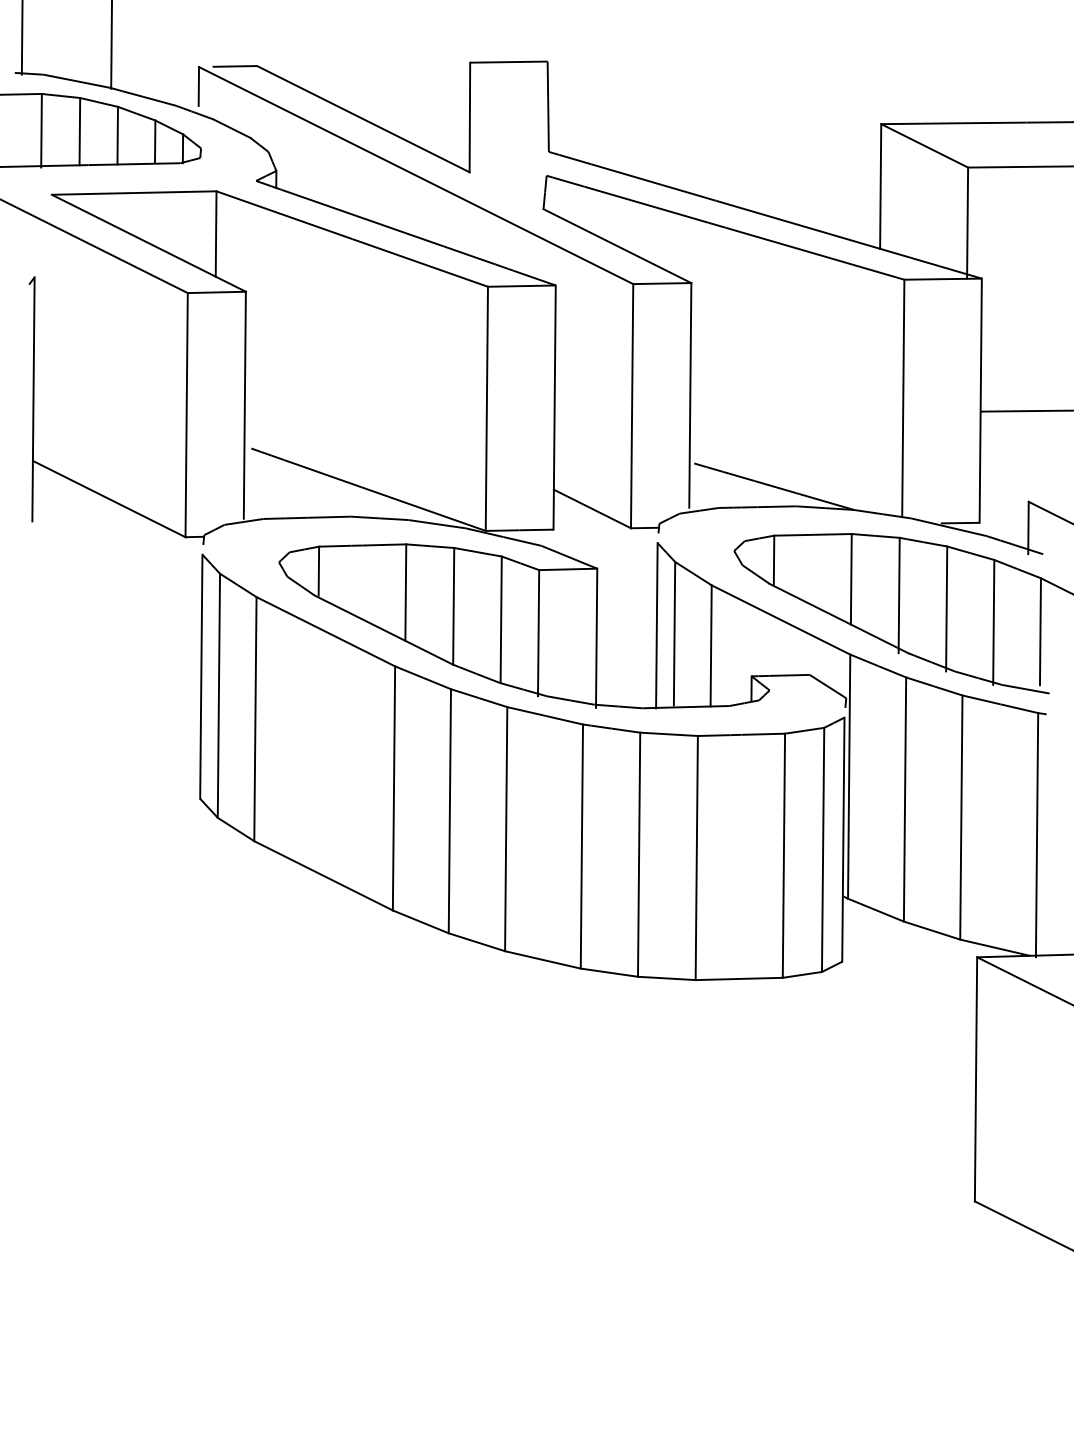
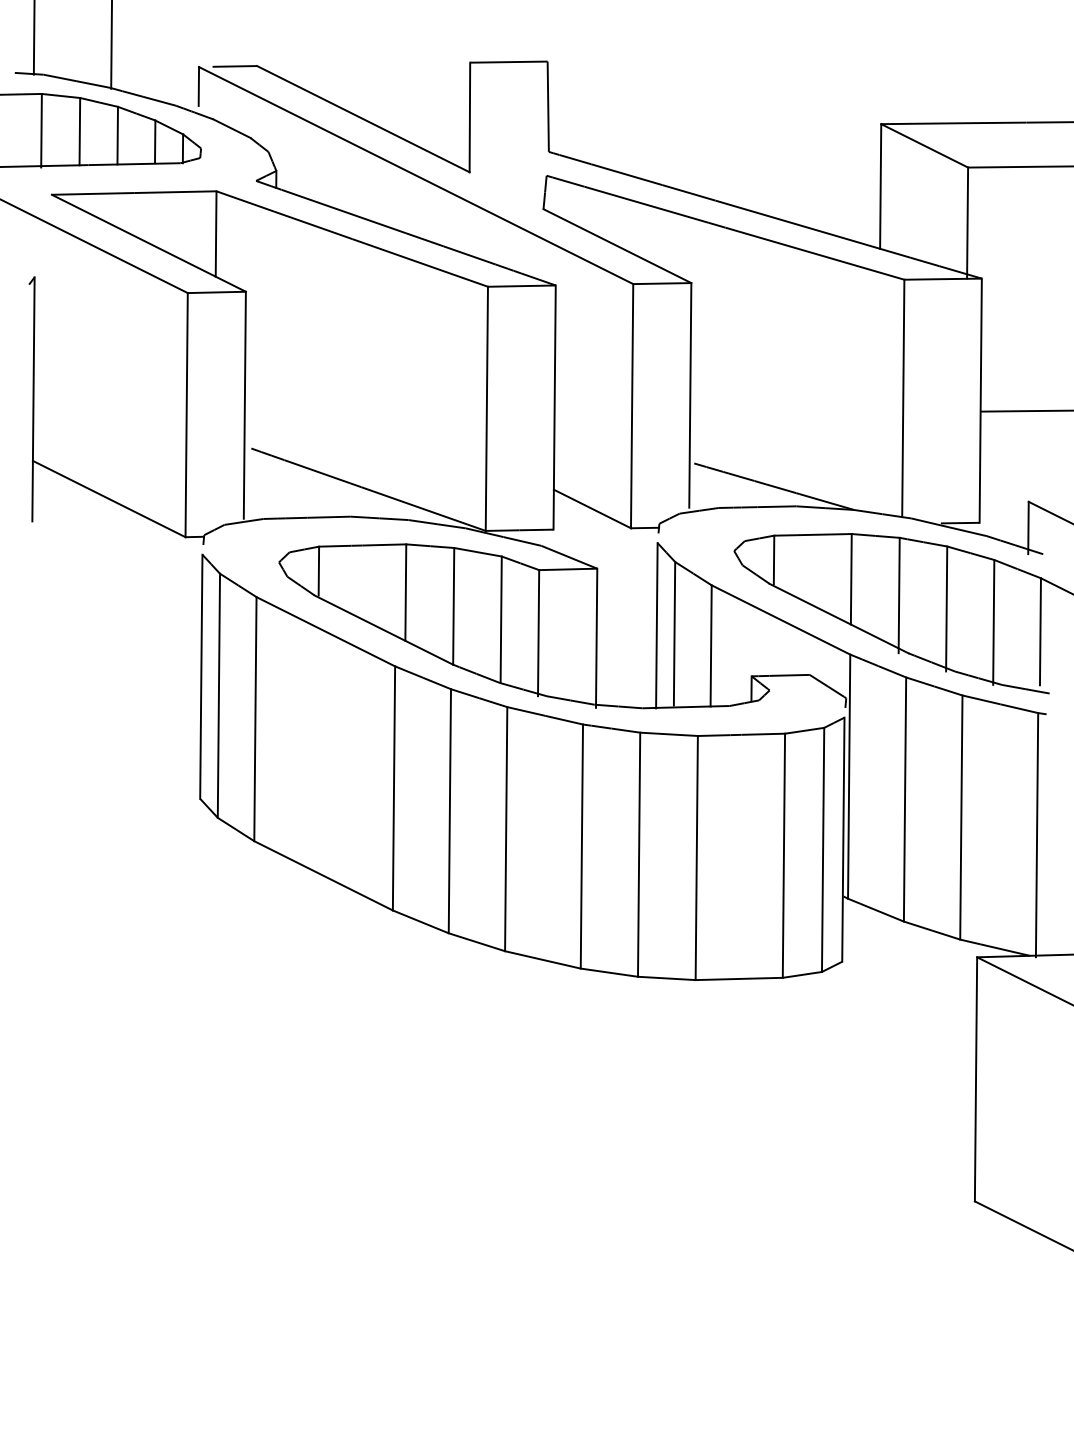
line at (21, 38) position: (21, 38) -> (33, 38)
